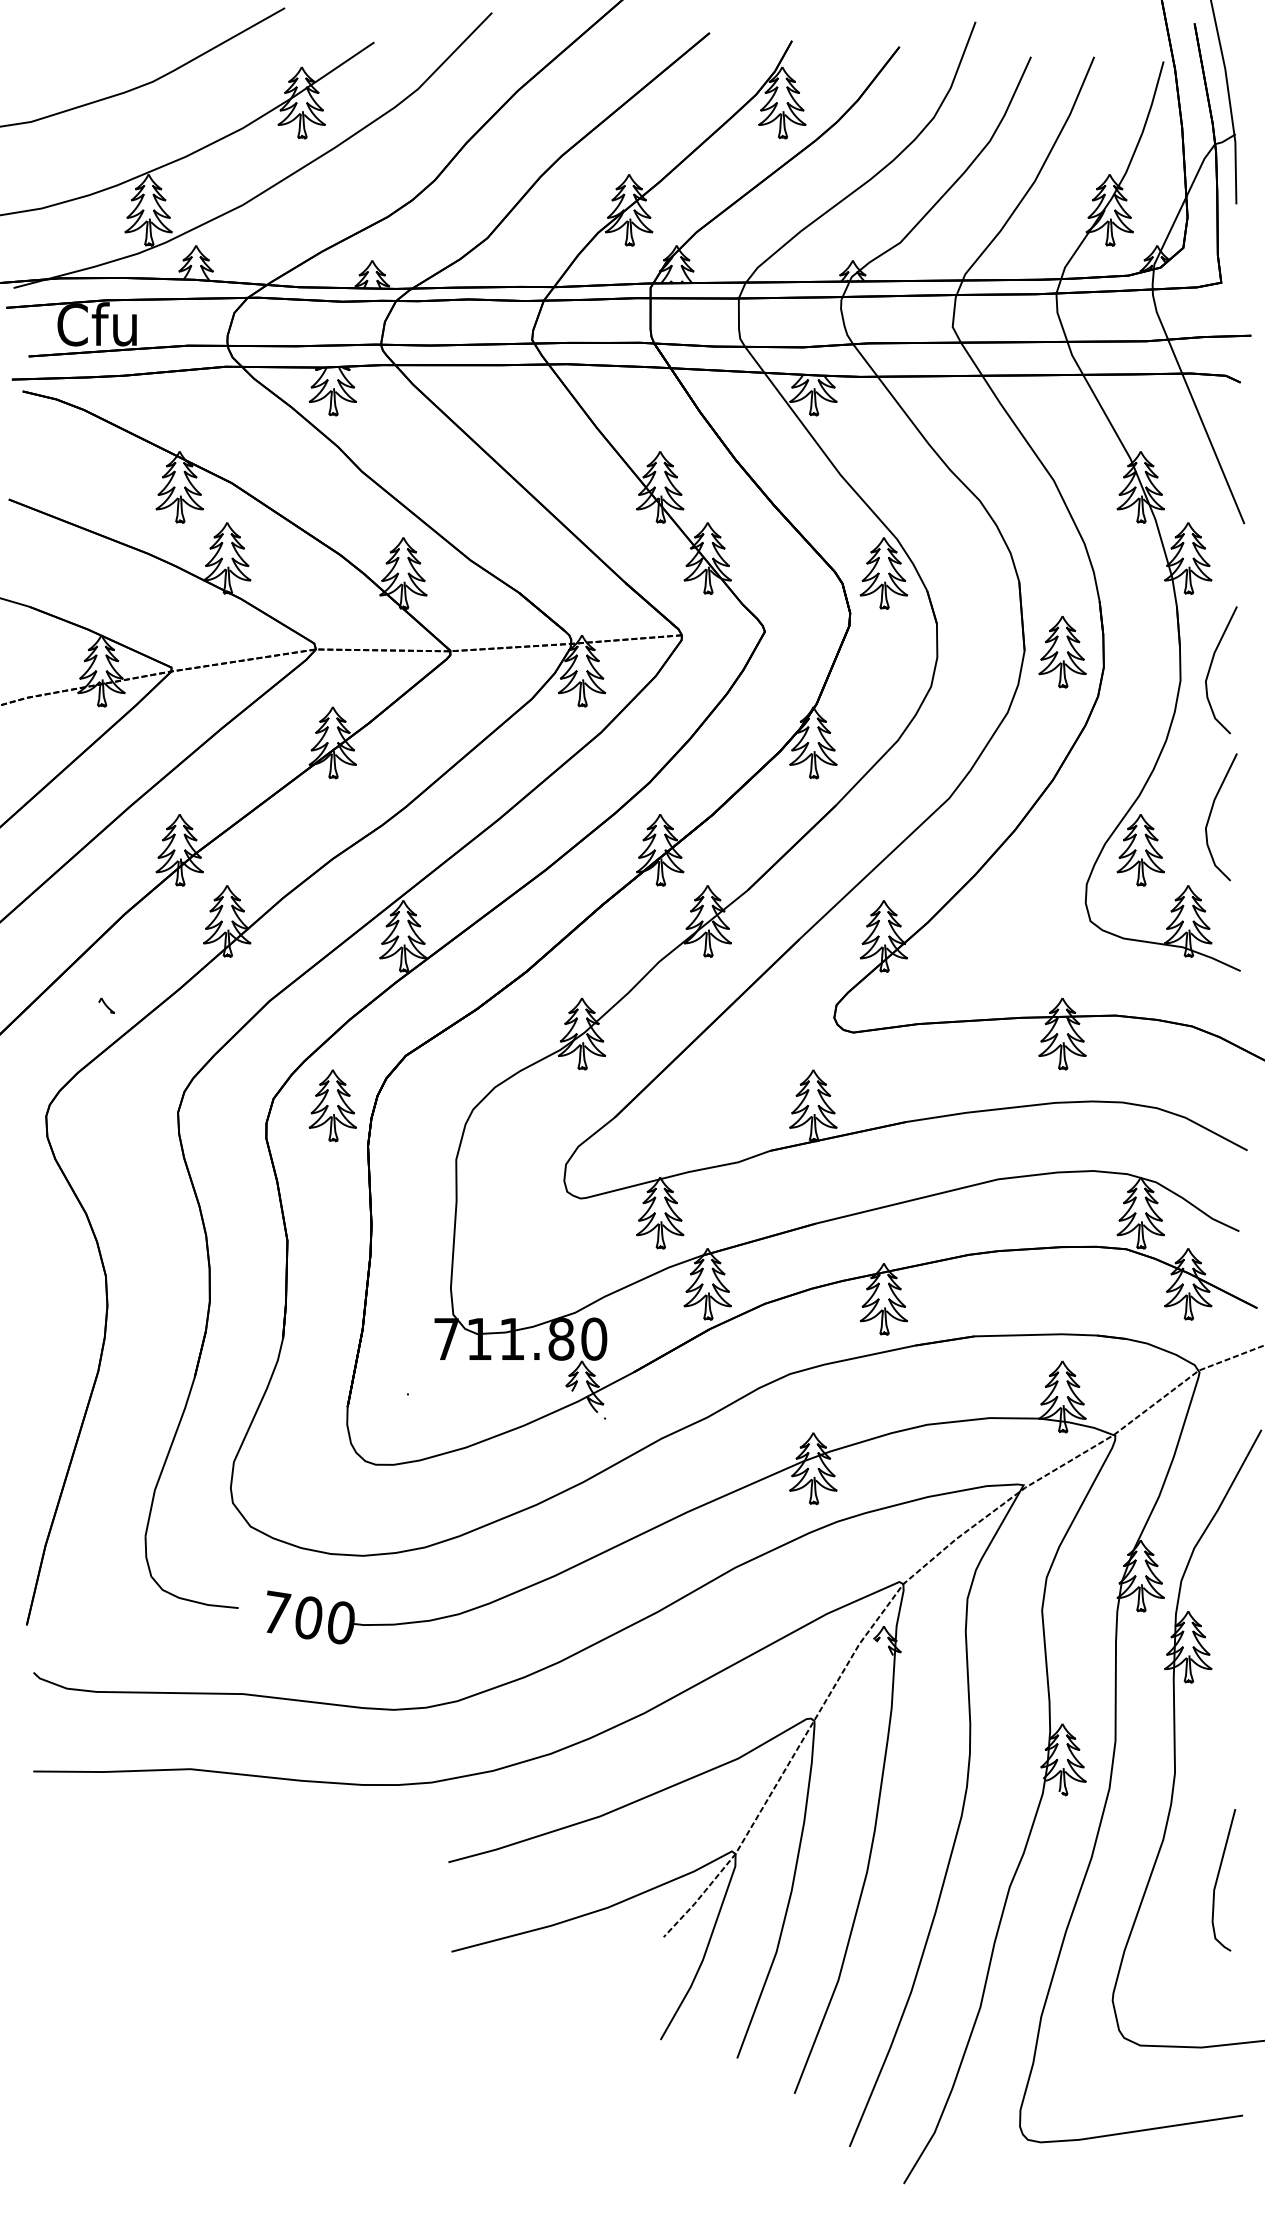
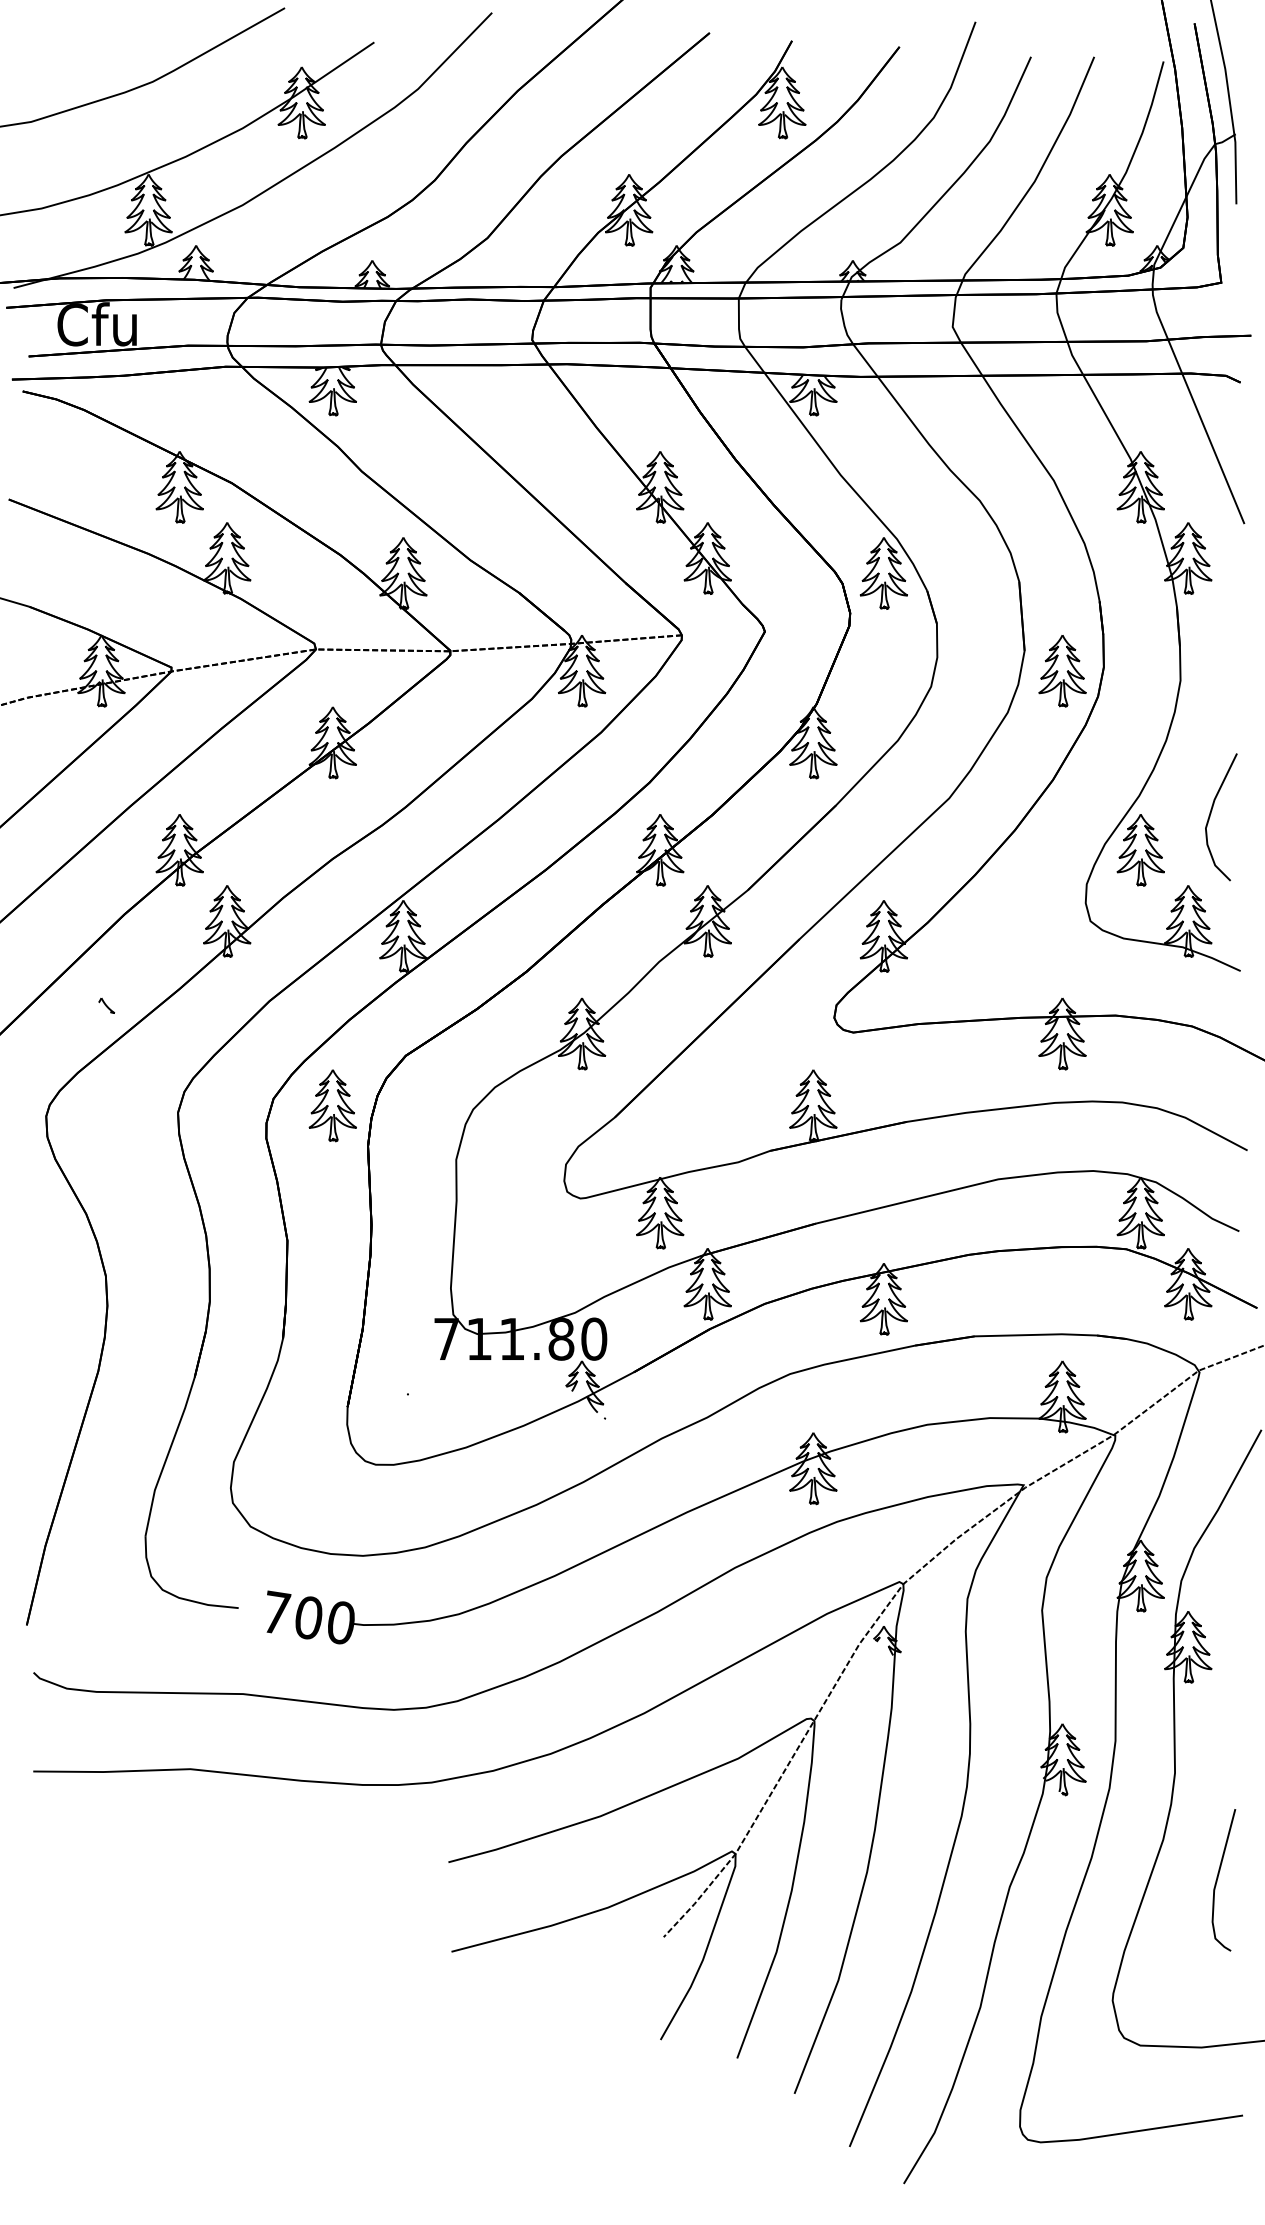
part at (1062, 652) position: (1062, 652) -> (1062, 671)
curve at (1211, 666): present -> none
